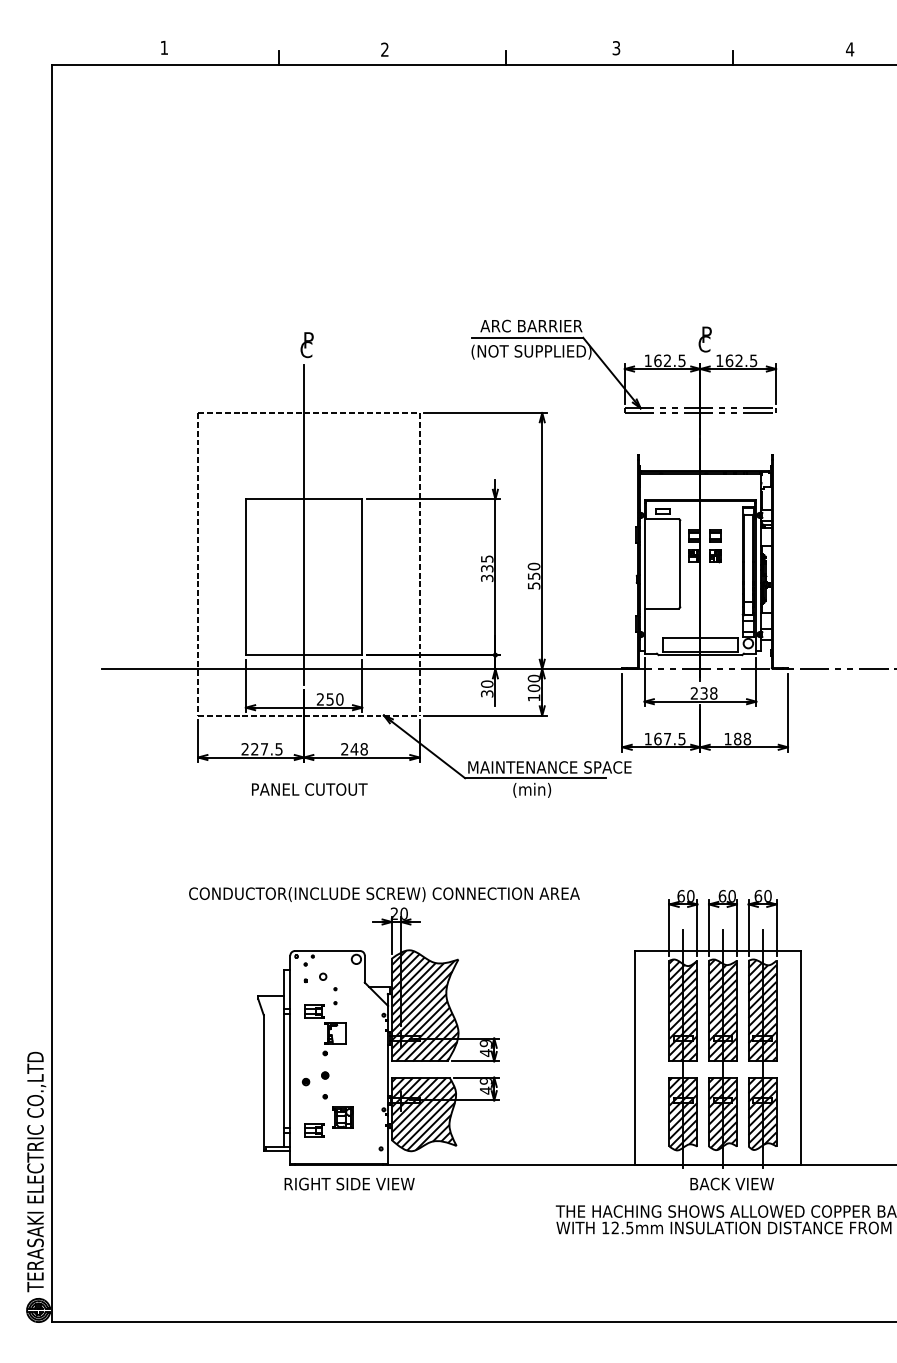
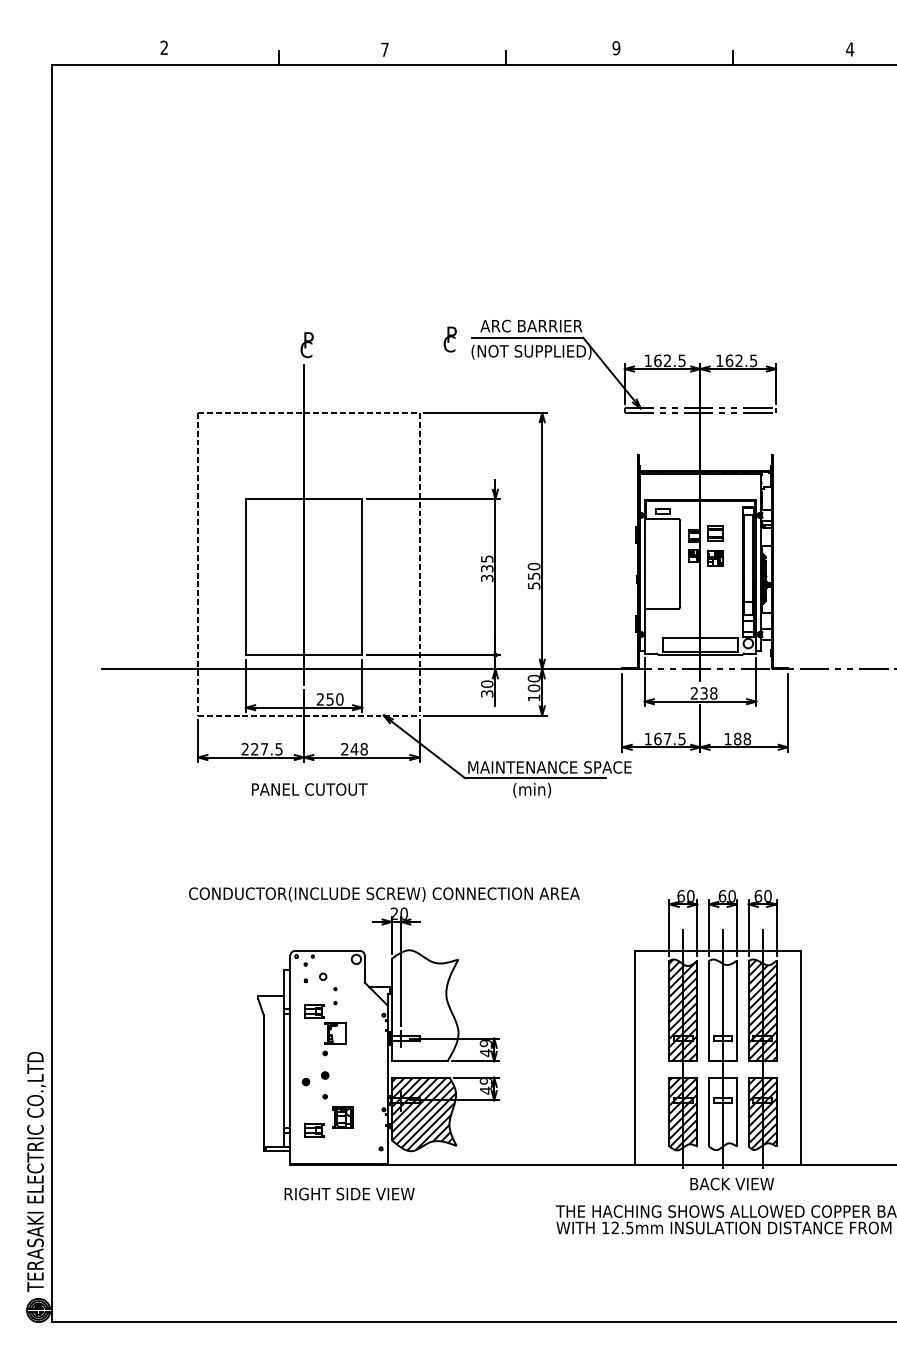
text at (163, 47): 1 -> 2
text at (616, 48): 3 -> 9
text at (384, 49): 2 -> 7
text at (704, 339) position: (704, 339) -> (449, 339)
part at (715, 546) size: 13x35 px -> 17x42 px
hatch at (424, 1005): present -> none
hatch at (722, 1010): present -> none
hatch at (722, 1113): present -> none
text at (349, 1183) position: (349, 1183) -> (349, 1193)
